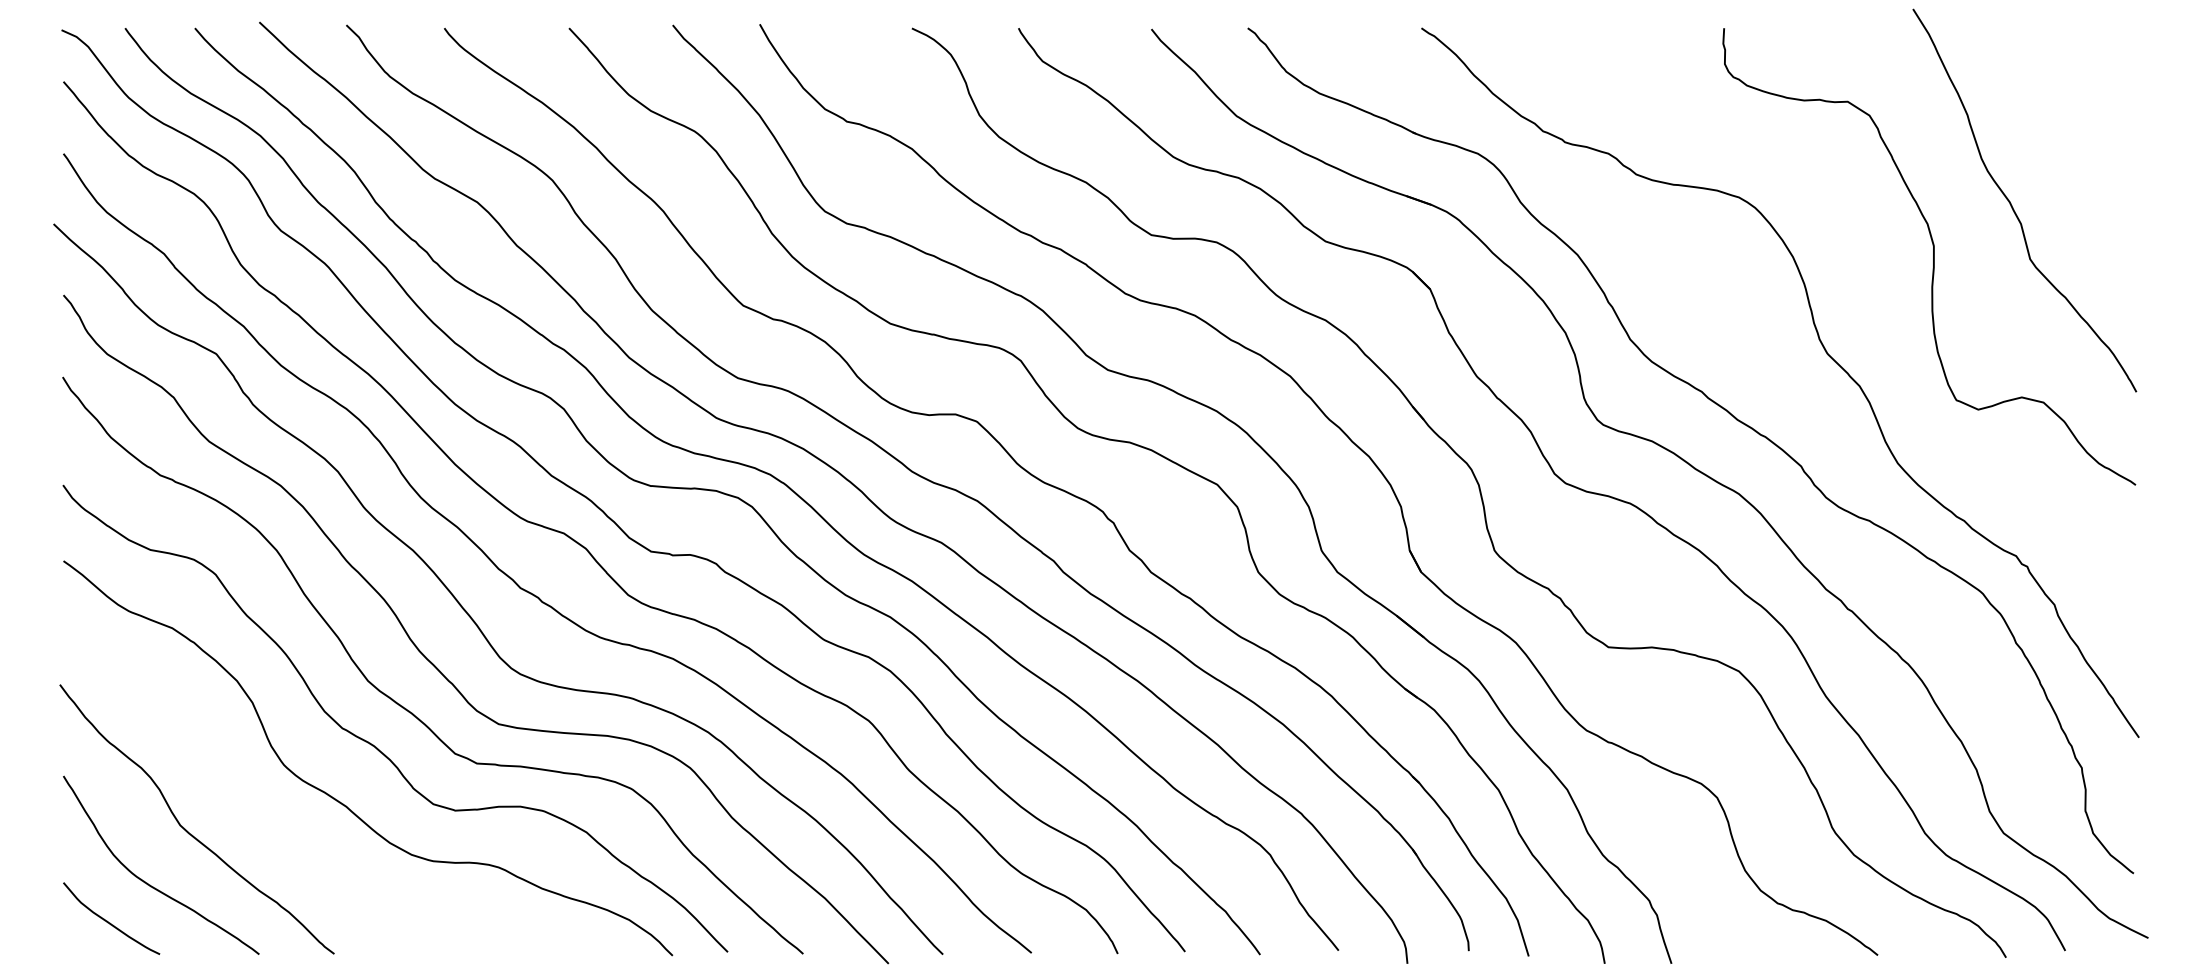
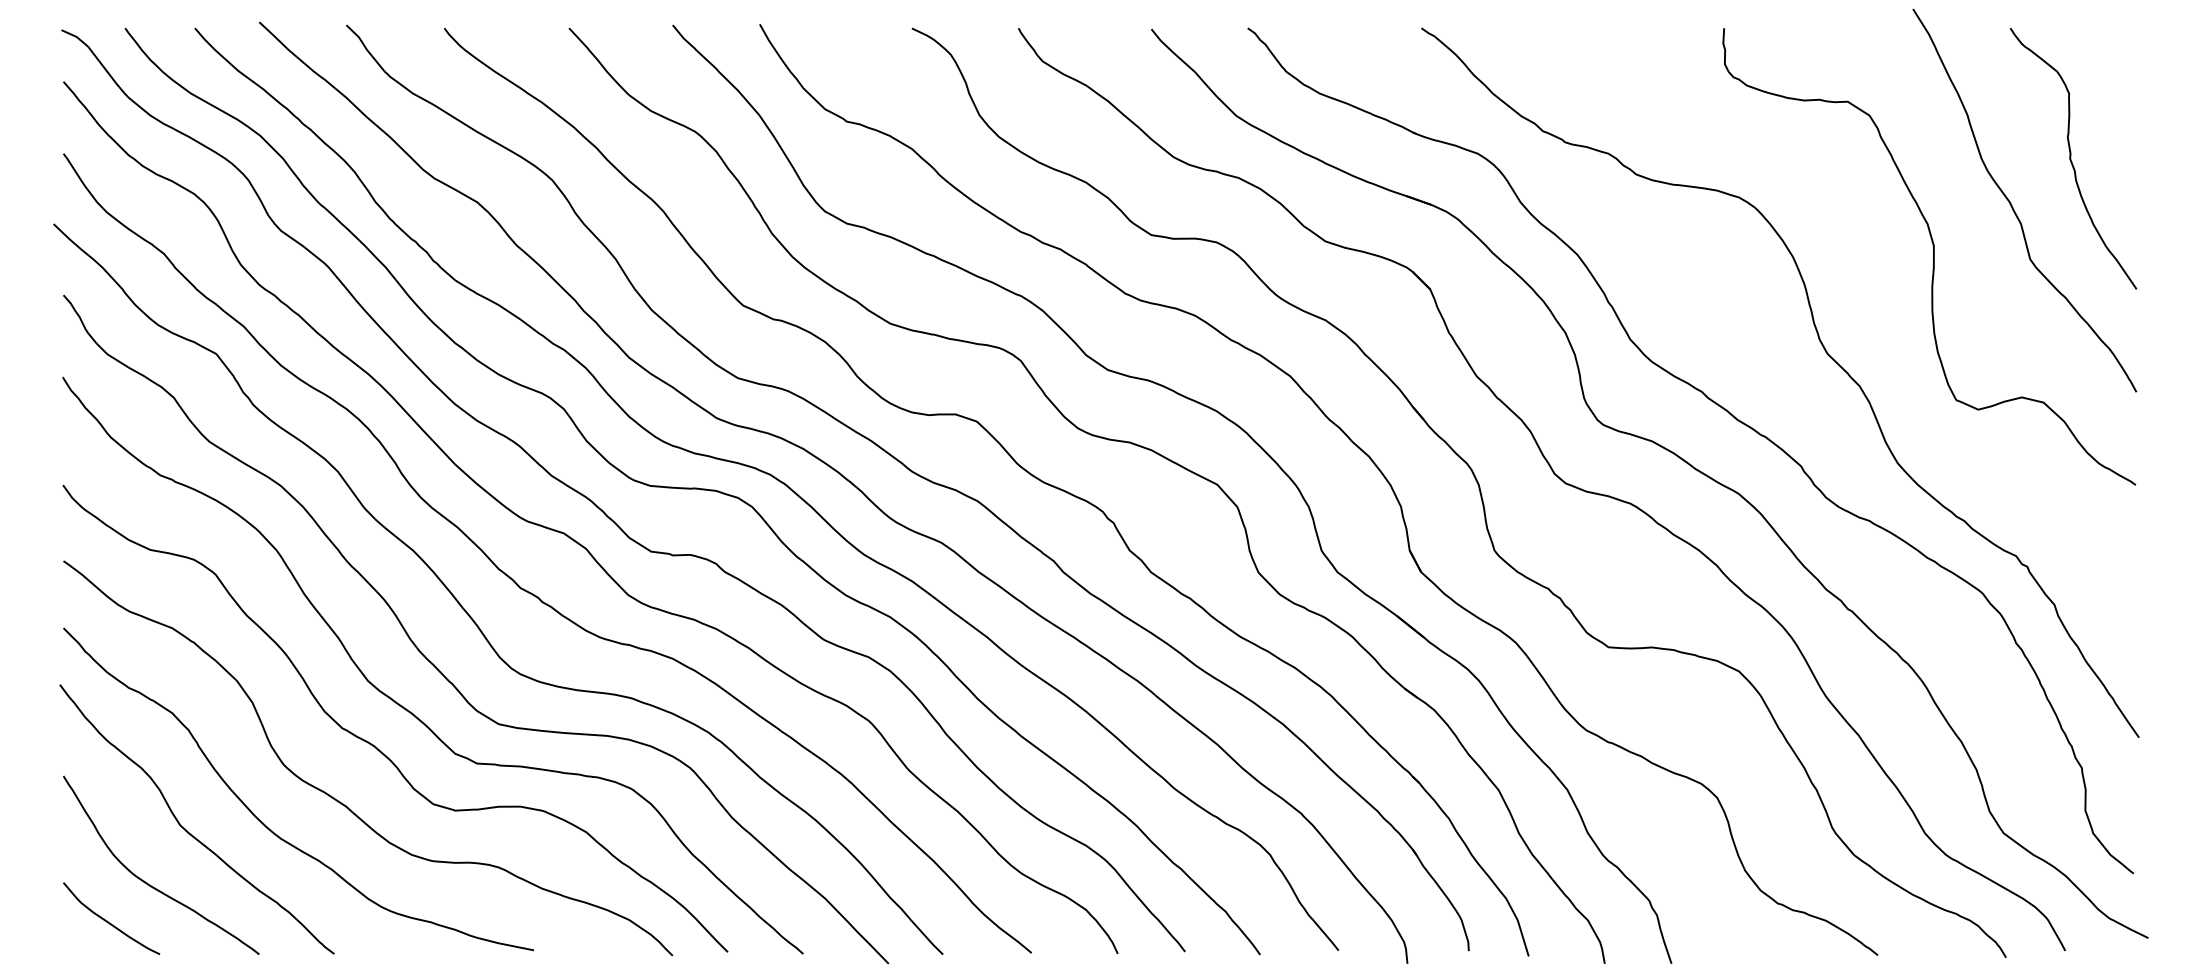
curve at (2071, 158): none -> present
curve at (264, 823): none -> present
